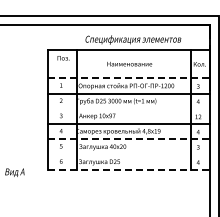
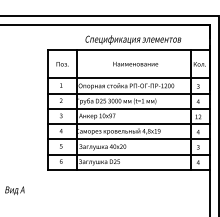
text at (63, 58) position: (63, 58) -> (62, 64)
text at (129, 64) position: (129, 64) -> (135, 64)
line at (128, 78): dashed -> solid
line at (128, 108): none -> present
line at (128, 139): dashed -> solid
line at (128, 154): none -> present
line at (128, 169): dashed -> solid
text at (14, 172) position: (14, 172) -> (14, 190)
